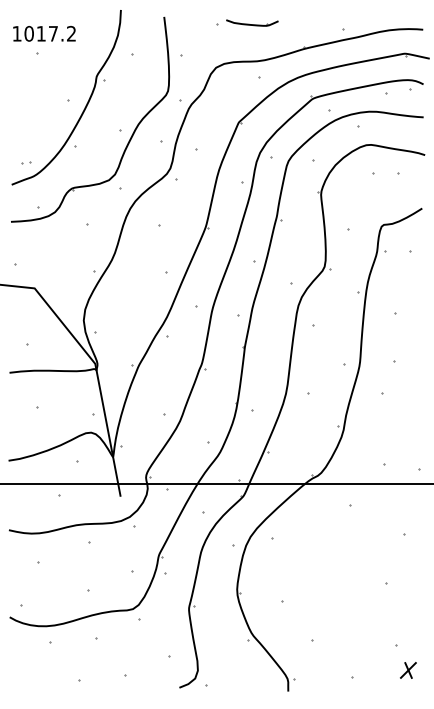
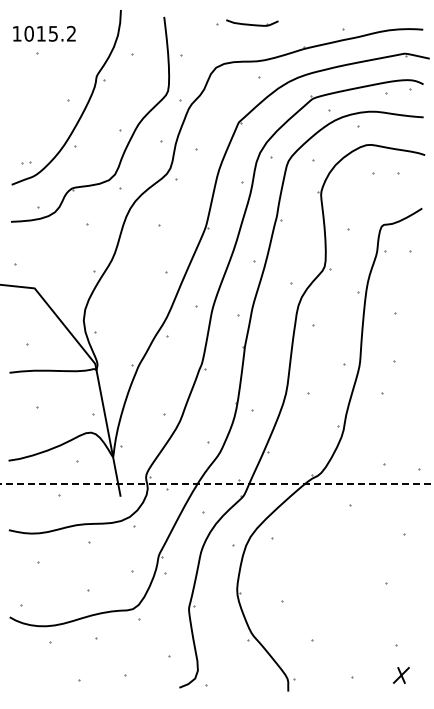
text at (52, 33): 1017.2 -> 1015.2
line at (217, 483): solid -> dashed
part at (408, 670) position: (408, 670) -> (401, 675)
